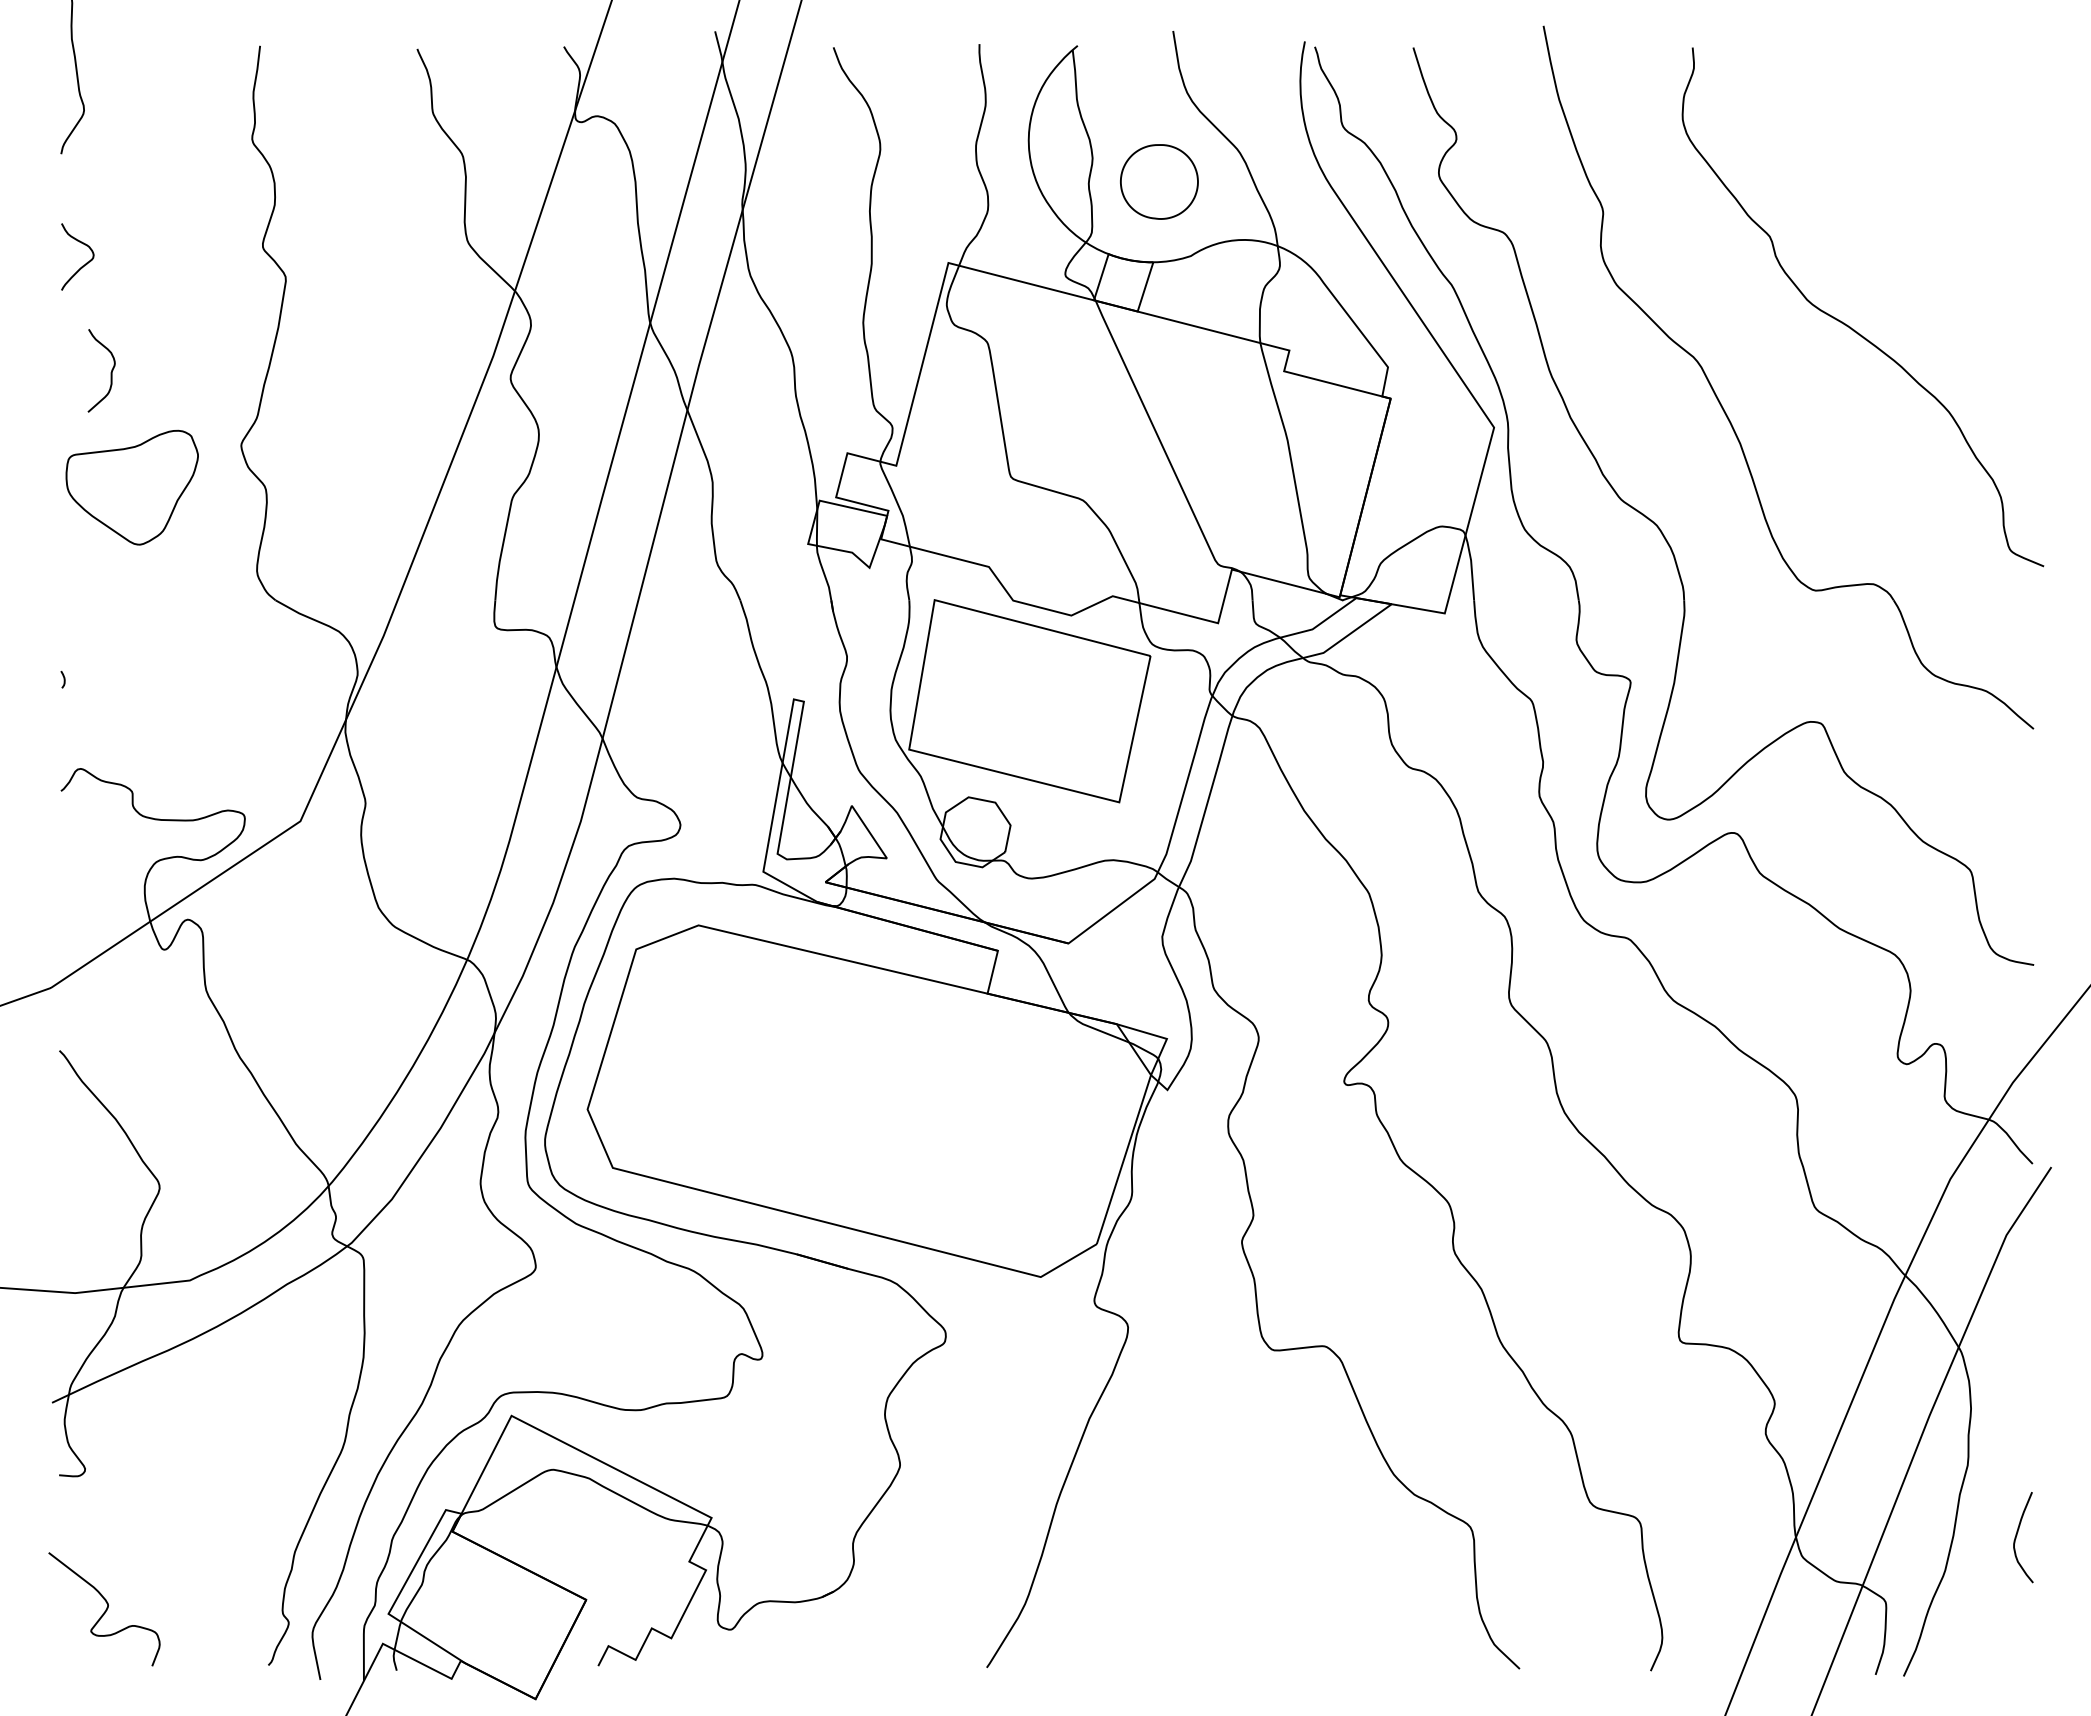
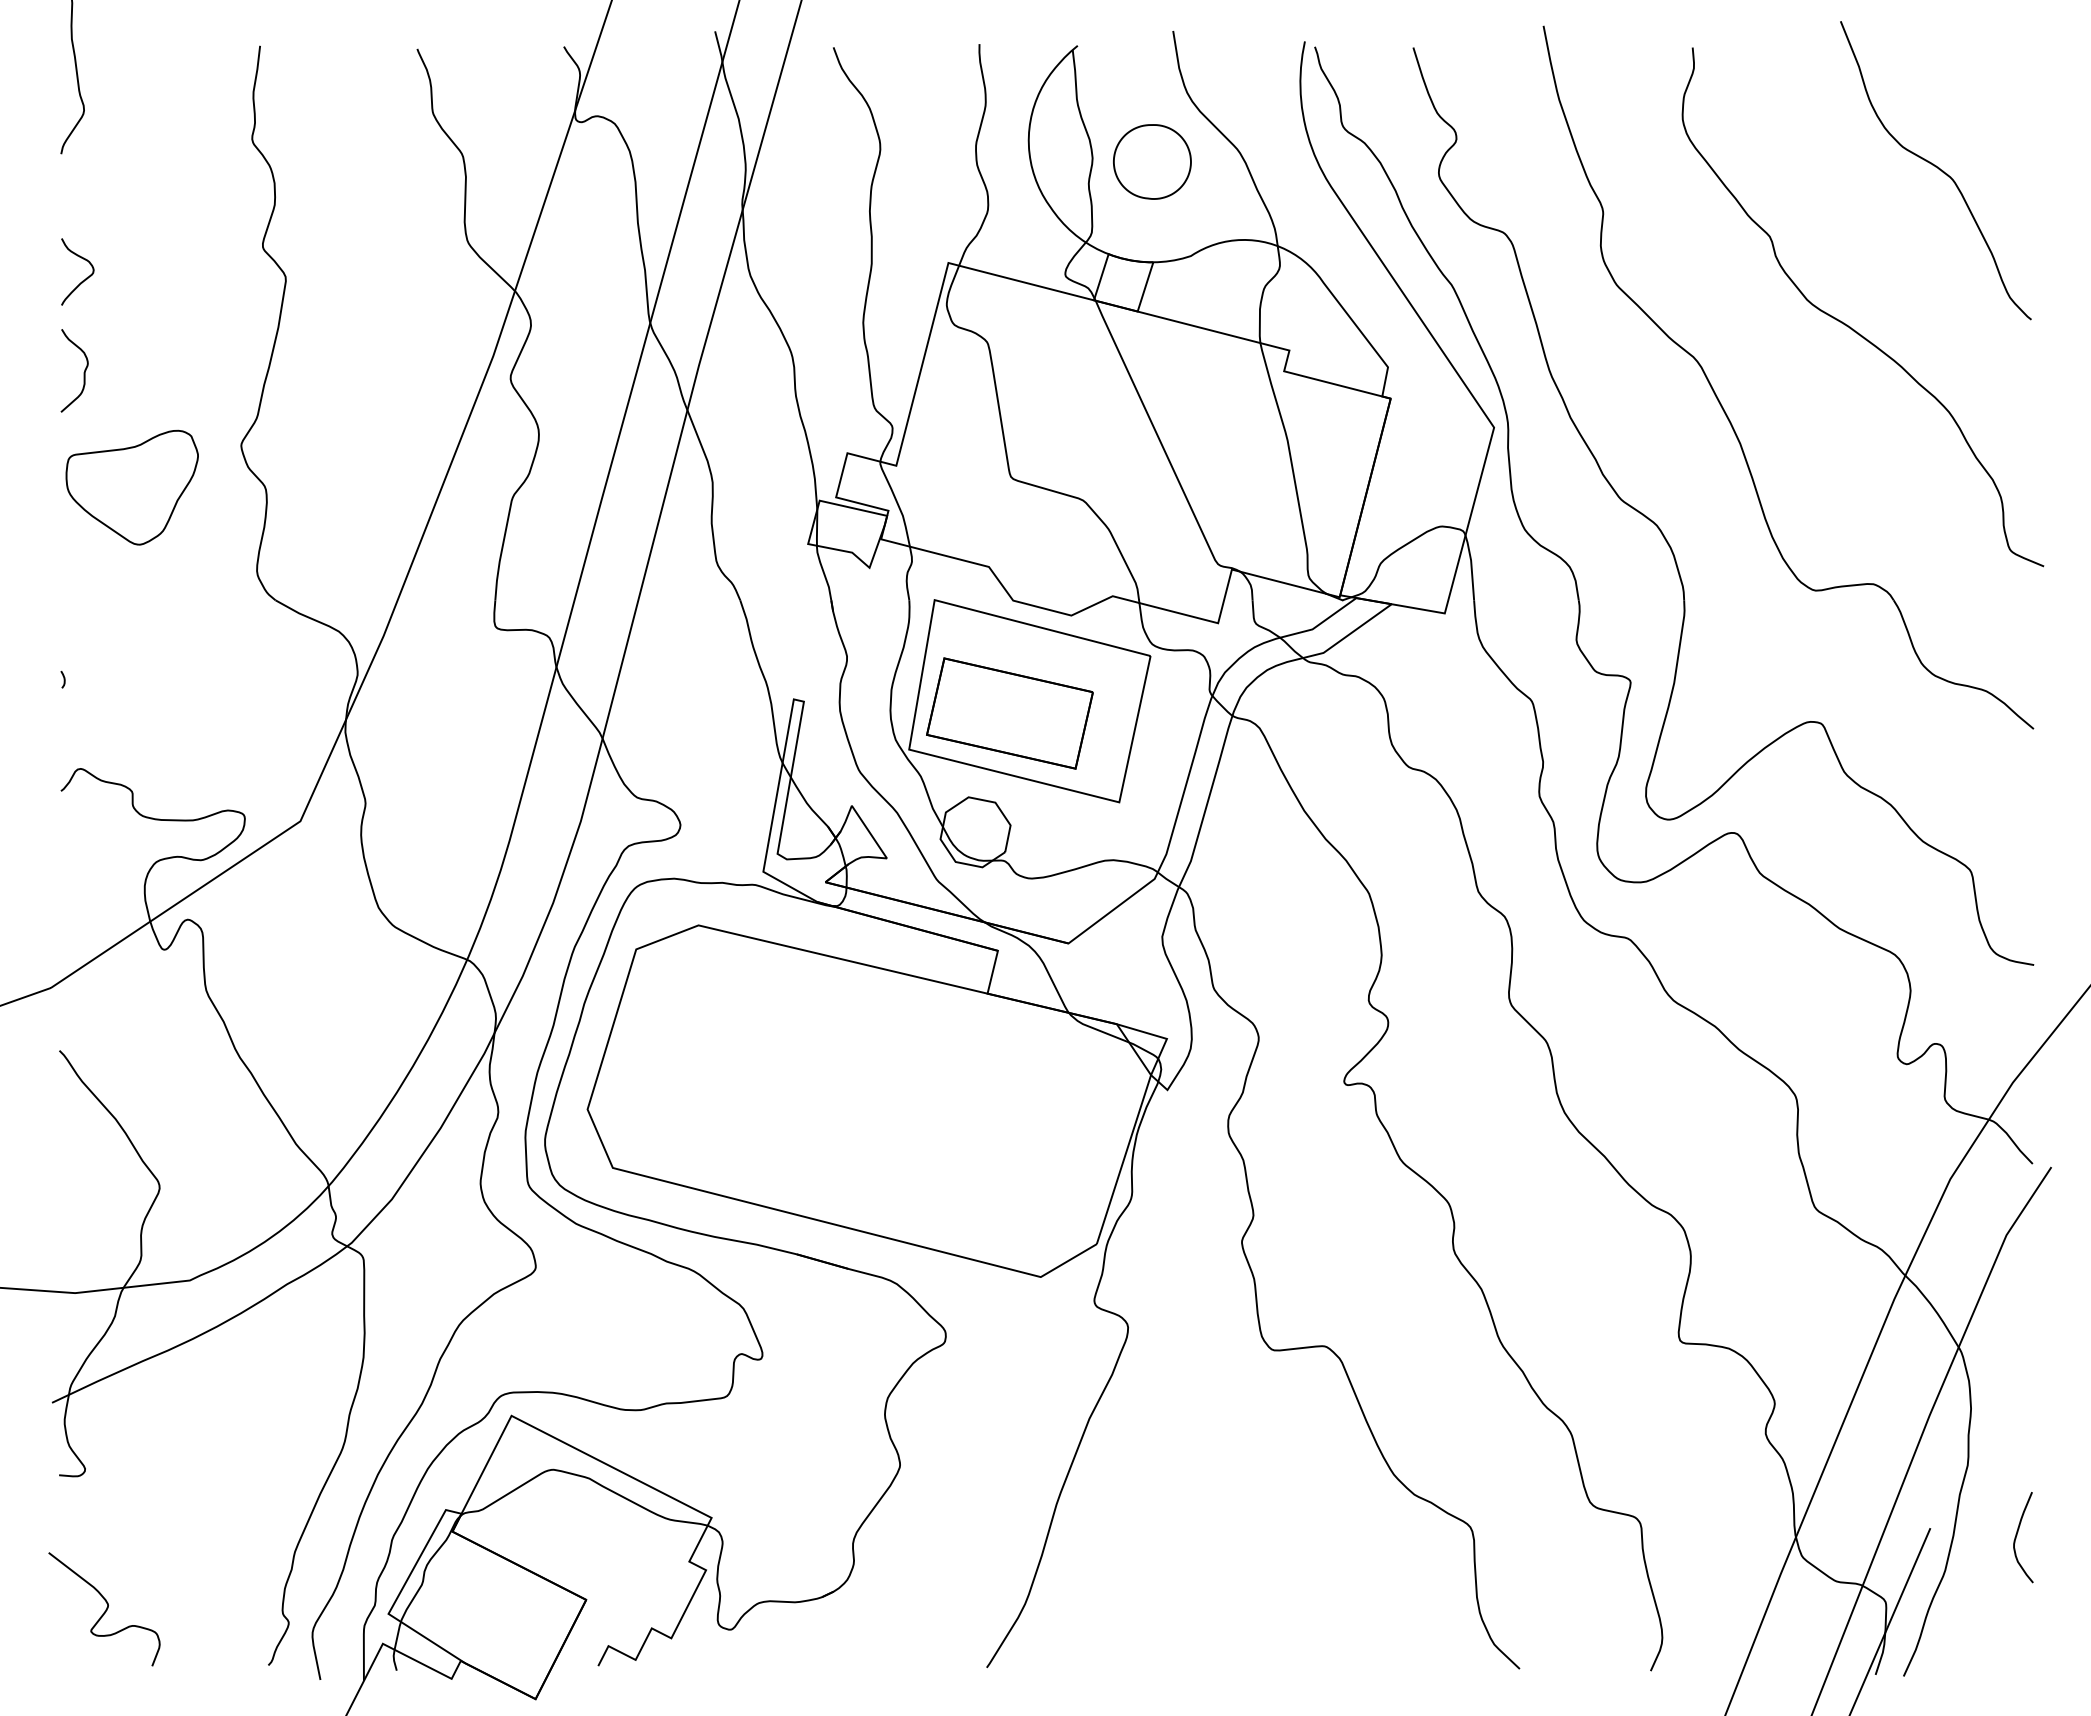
curve at (1937, 168): none -> present
part at (1159, 181) position: (1159, 181) -> (1152, 161)
curve at (82, 265) position: (82, 265) -> (82, 280)
curve at (110, 372) position: (110, 372) -> (83, 372)
part at (1009, 713): none -> present
line at (1890, 1620): none -> present
